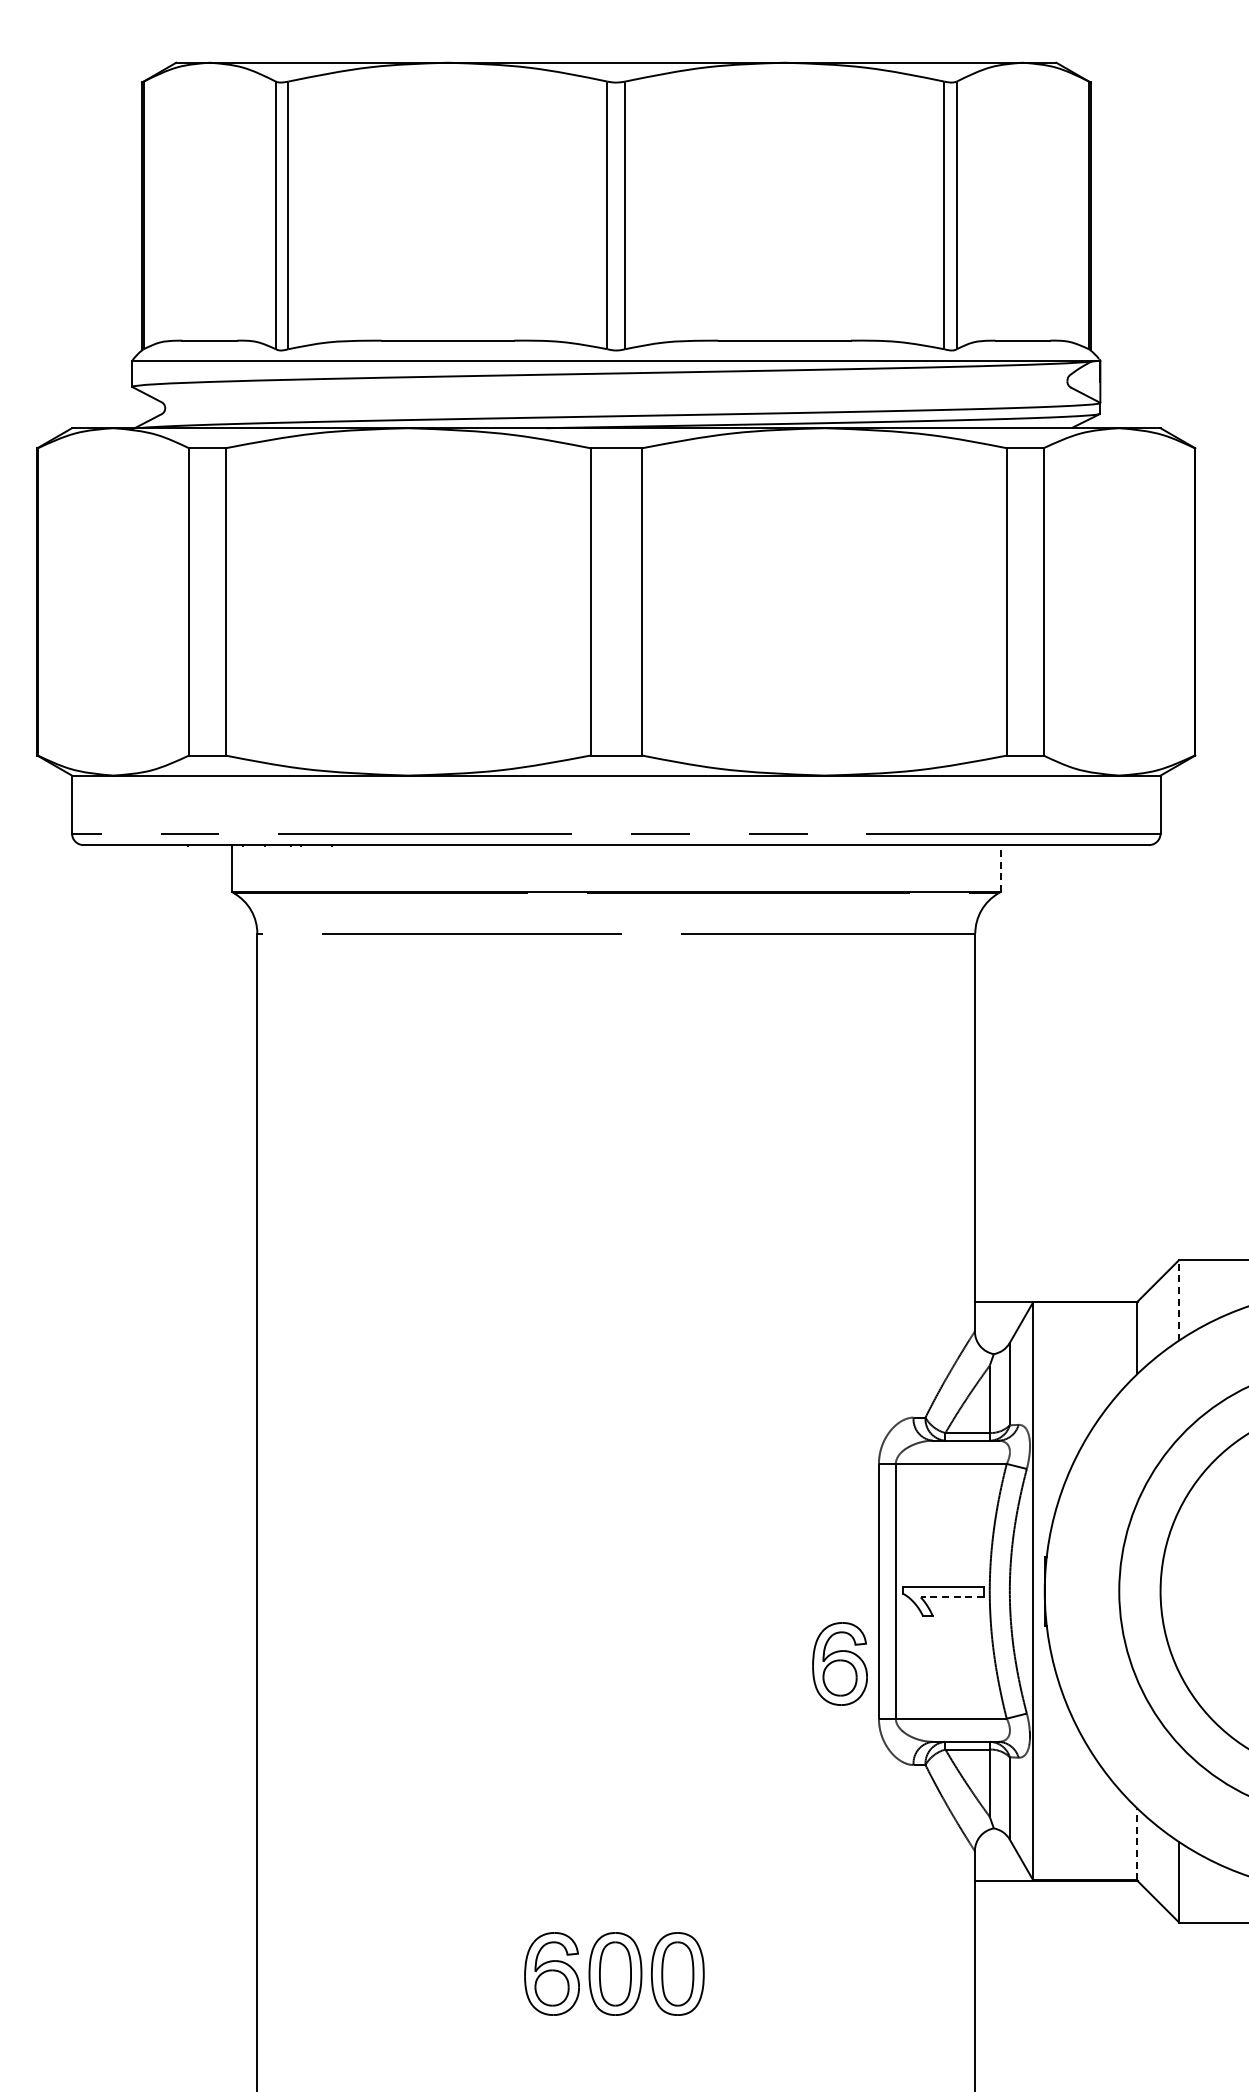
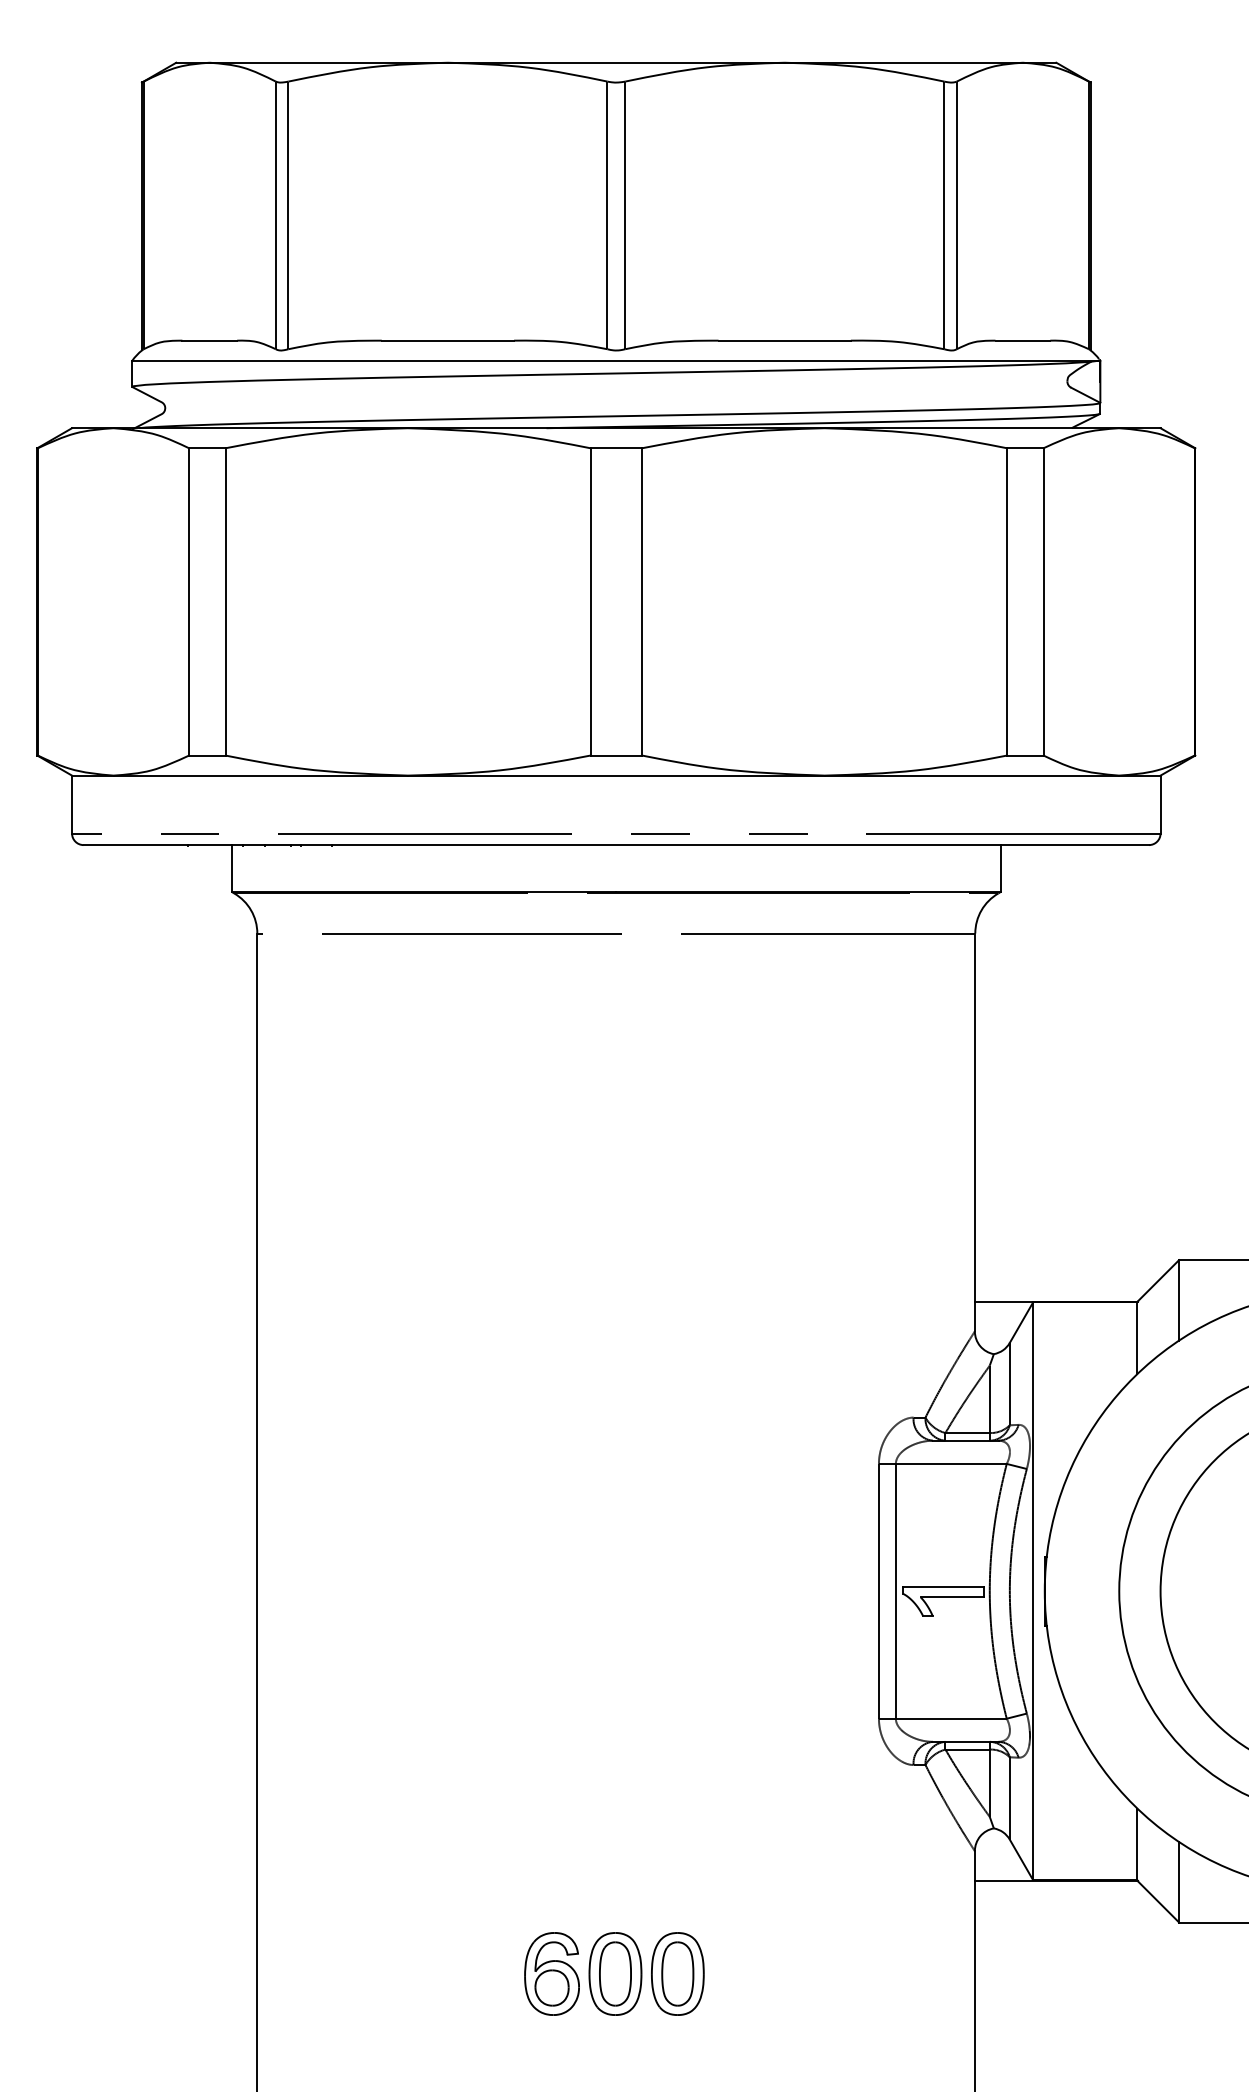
line at (1000, 867): dashed -> solid
line at (1179, 1299): dashed -> solid
line at (952, 1597): dashed -> solid
part at (839, 1663): present -> none
line at (1137, 1844): dashed -> solid
